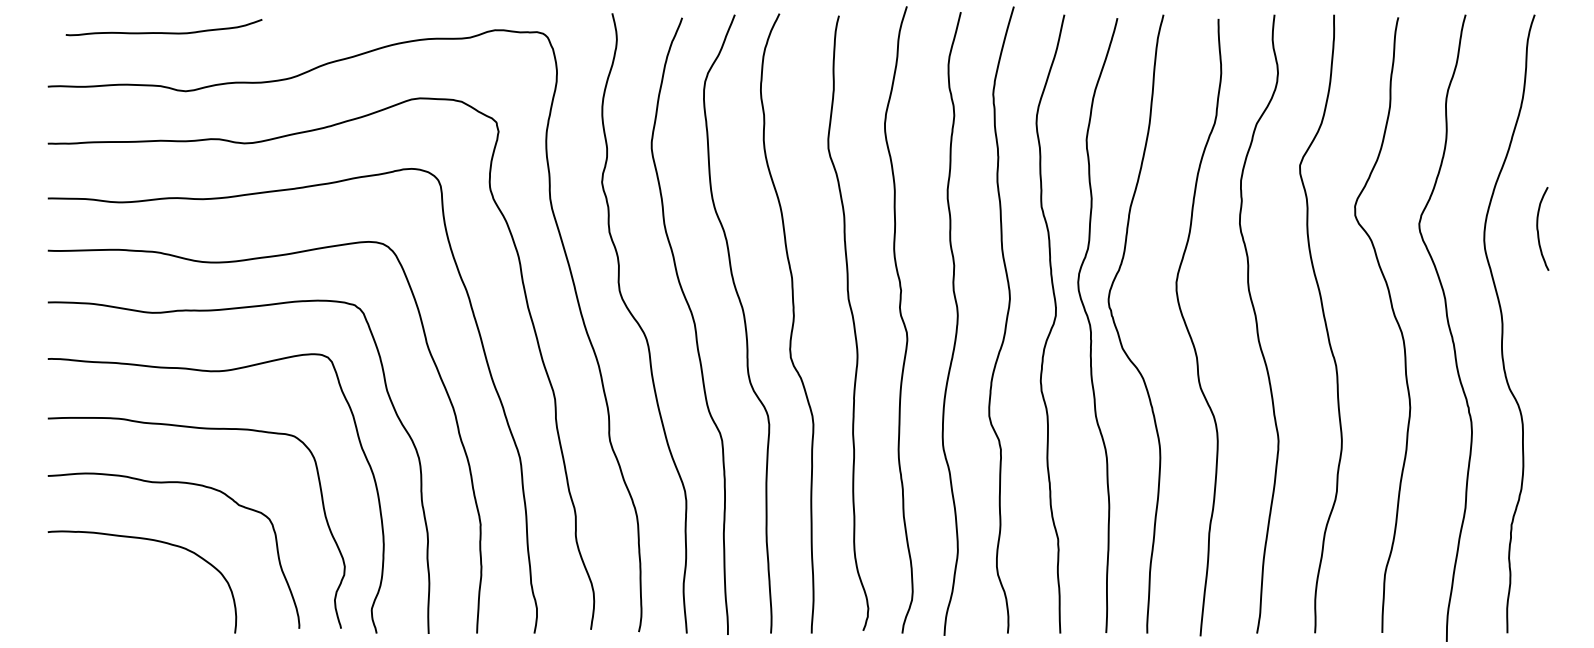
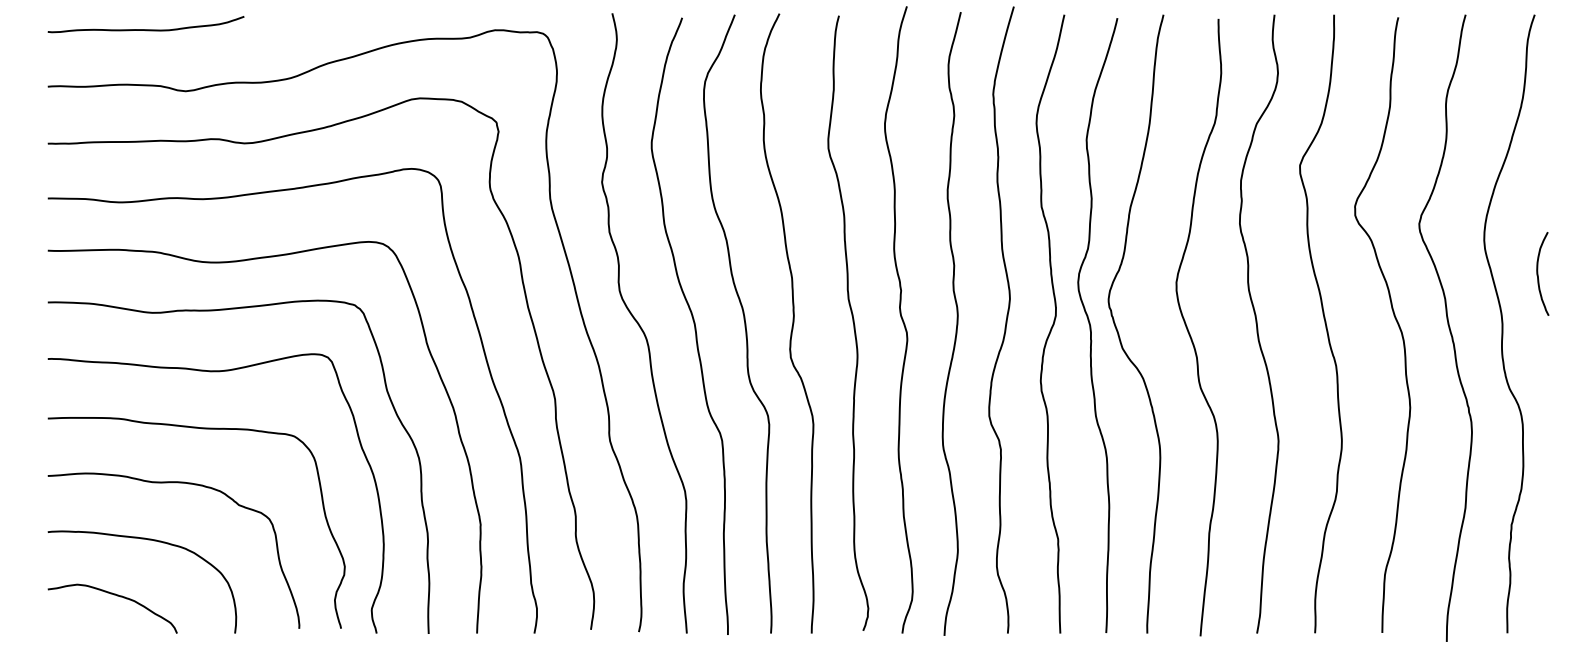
curve at (163, 32) position: (163, 32) -> (145, 29)
curve at (1538, 228) position: (1538, 228) -> (1538, 273)
curve at (117, 596): none -> present
